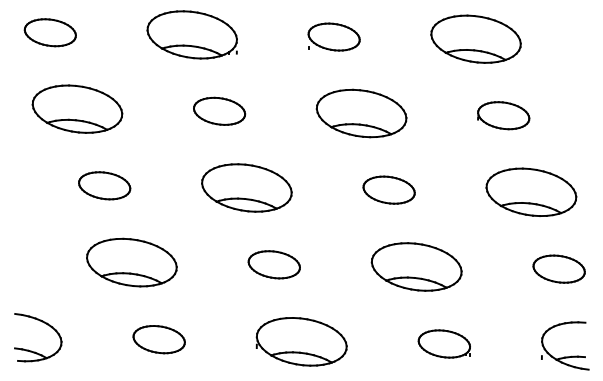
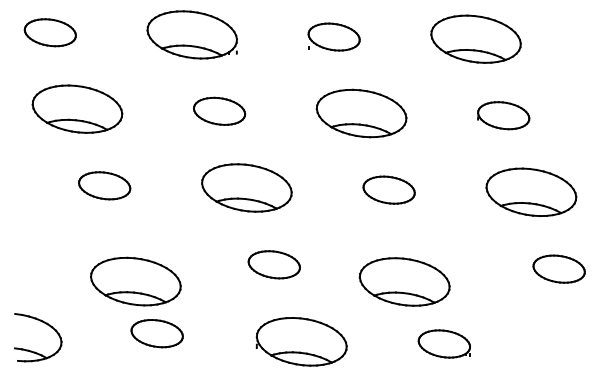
part at (131, 262) position: (131, 262) -> (135, 281)
part at (416, 266) position: (416, 266) -> (404, 281)
part at (158, 339) position: (158, 339) -> (156, 333)
part at (565, 356): present -> none
